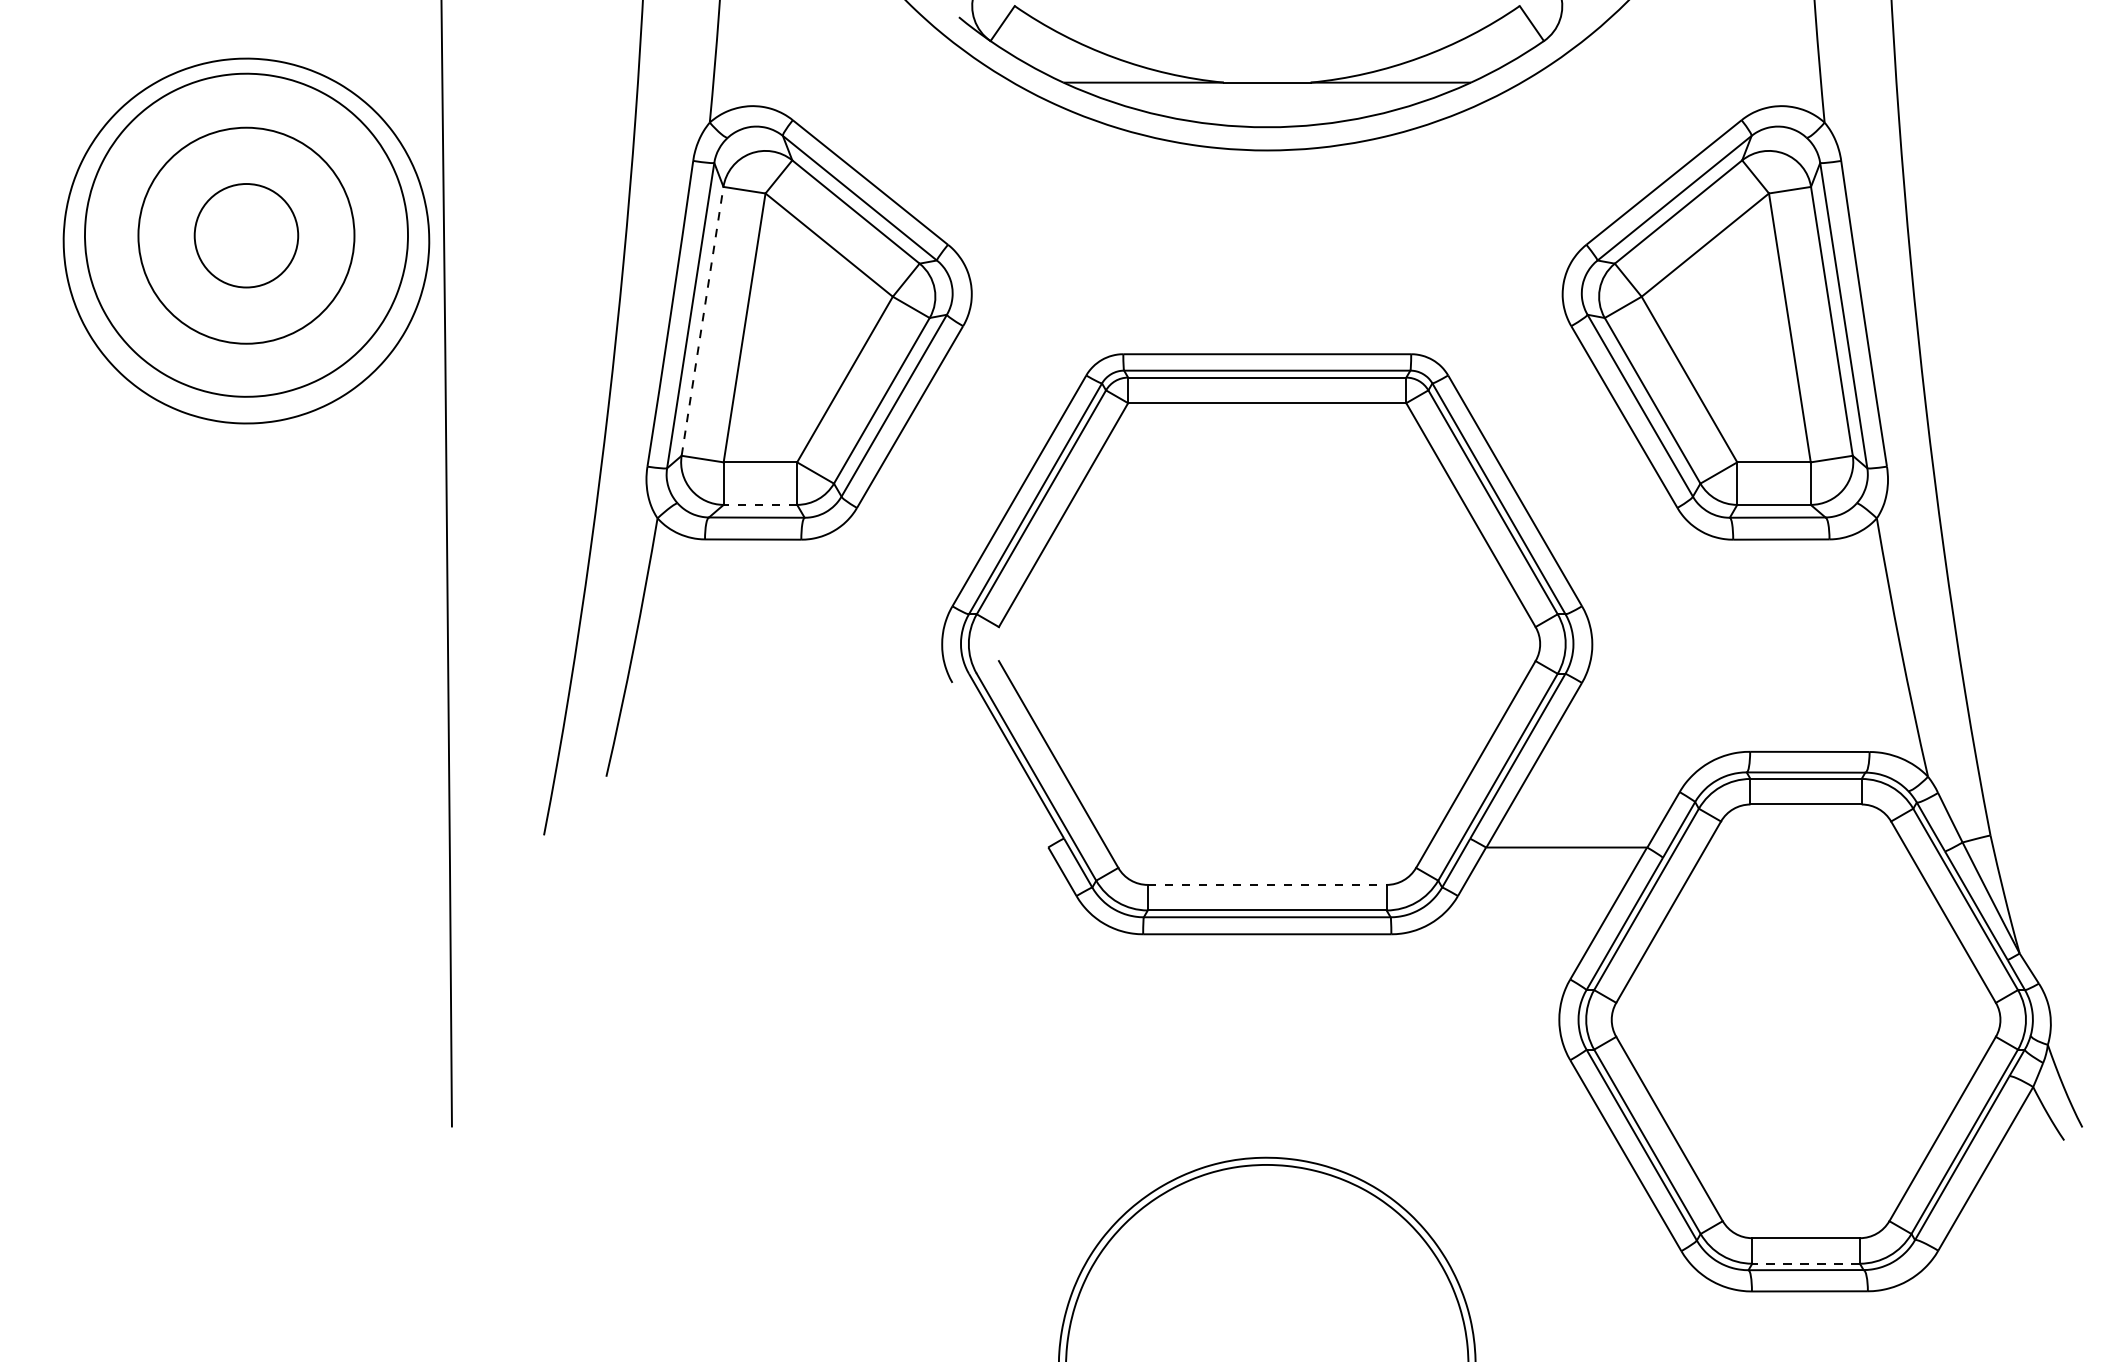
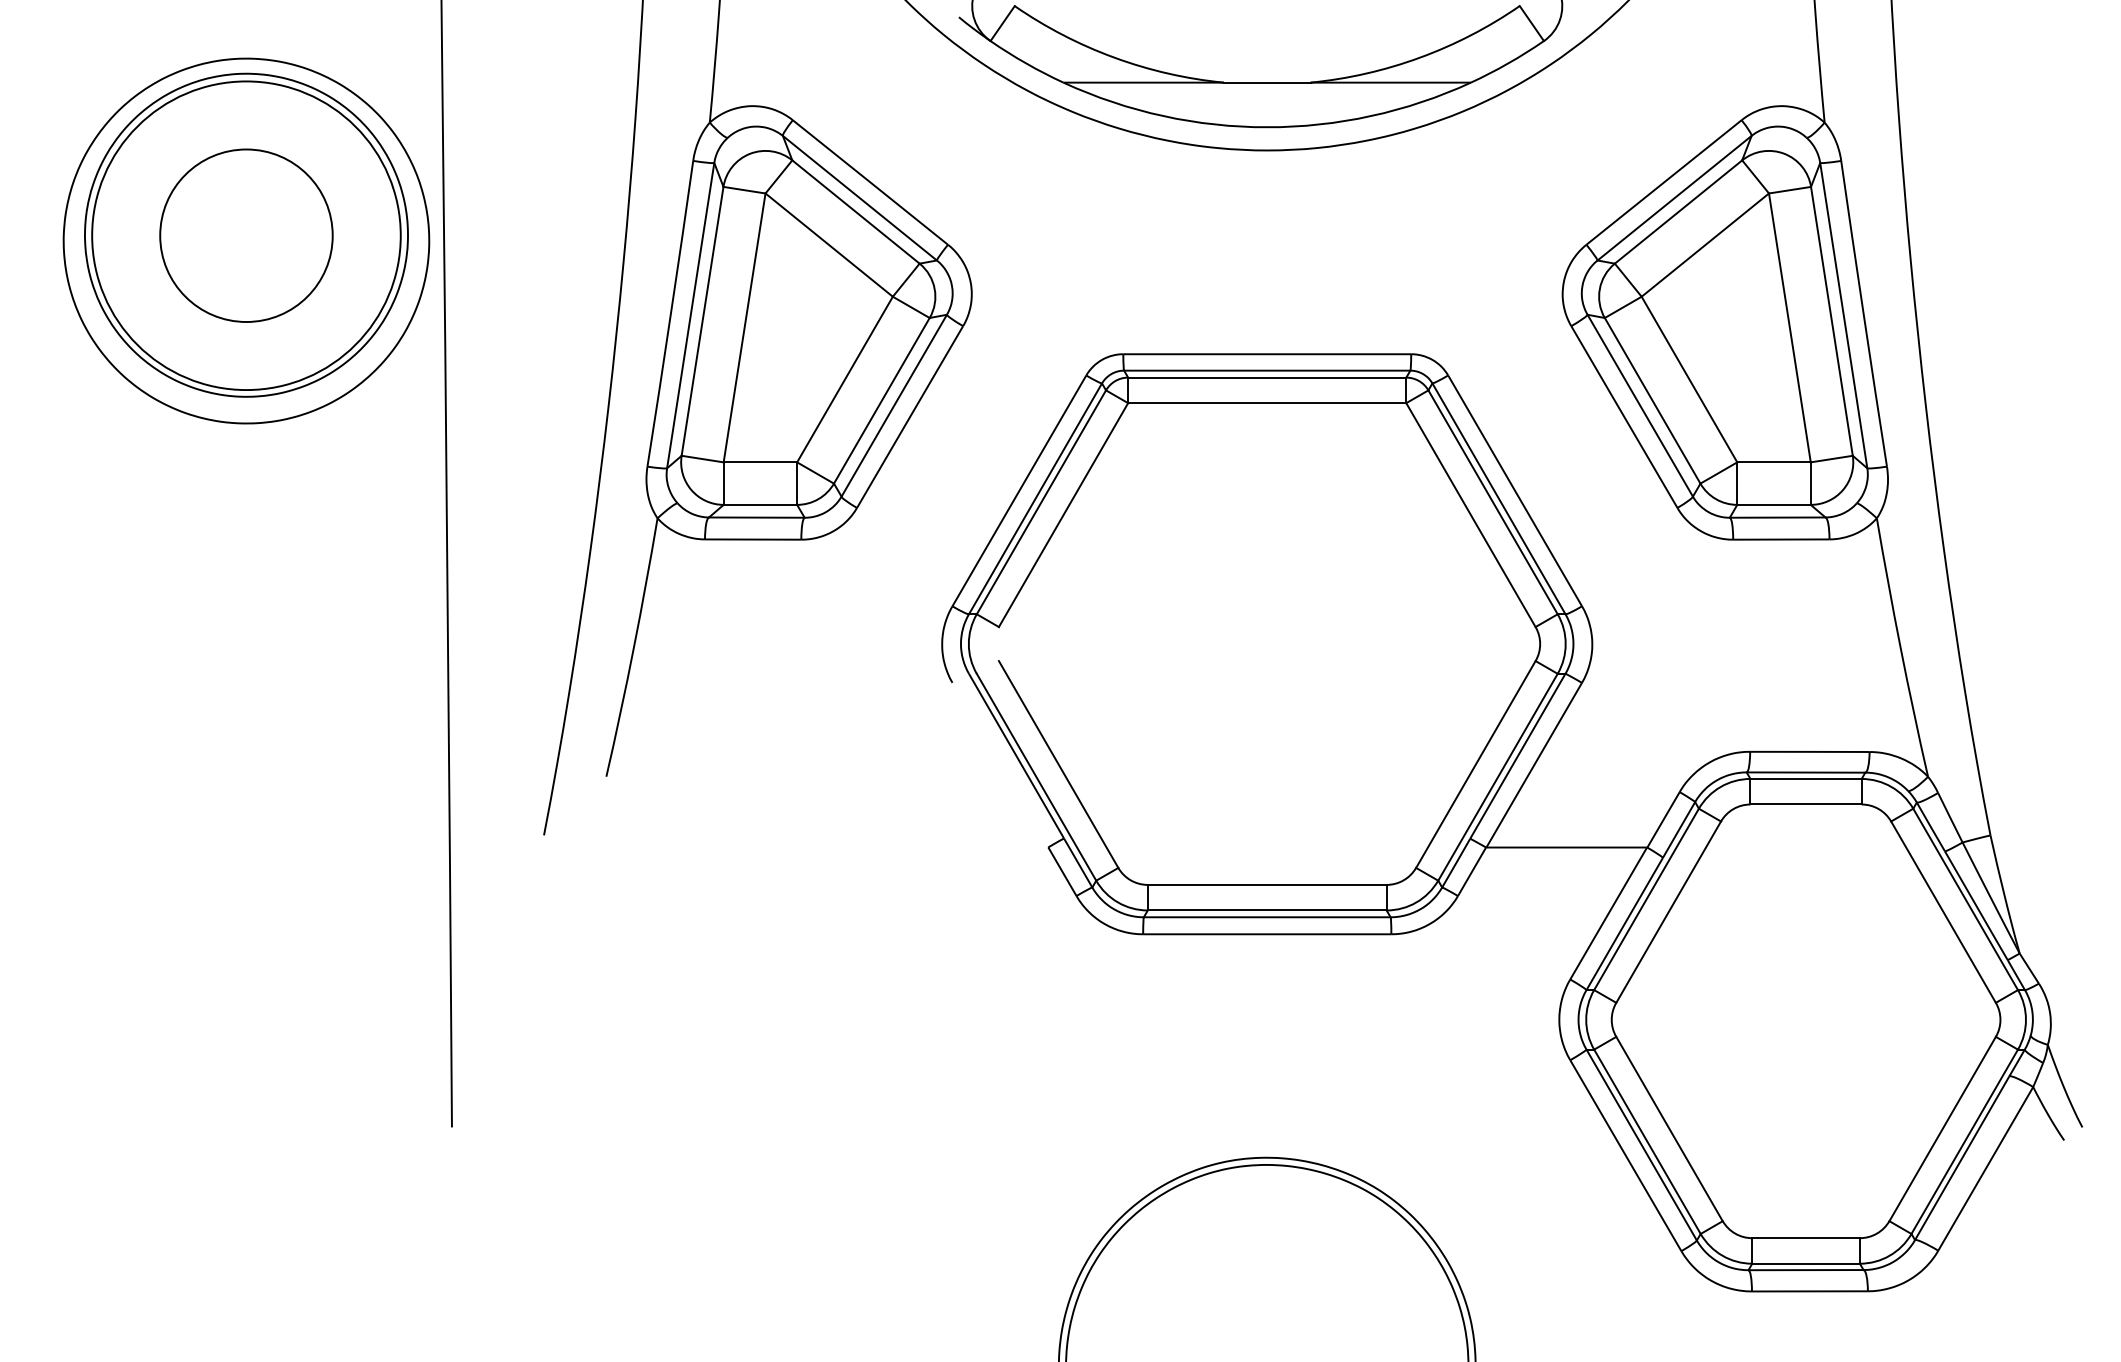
circle at (246, 235) diameter: 104 px -> 173 px
circle at (246, 235) diameter: 216 px -> 309 px
line at (702, 320): dashed -> solid
line at (760, 504): dashed -> solid
line at (1267, 884): dashed -> solid
line at (1806, 1263): dashed -> solid
